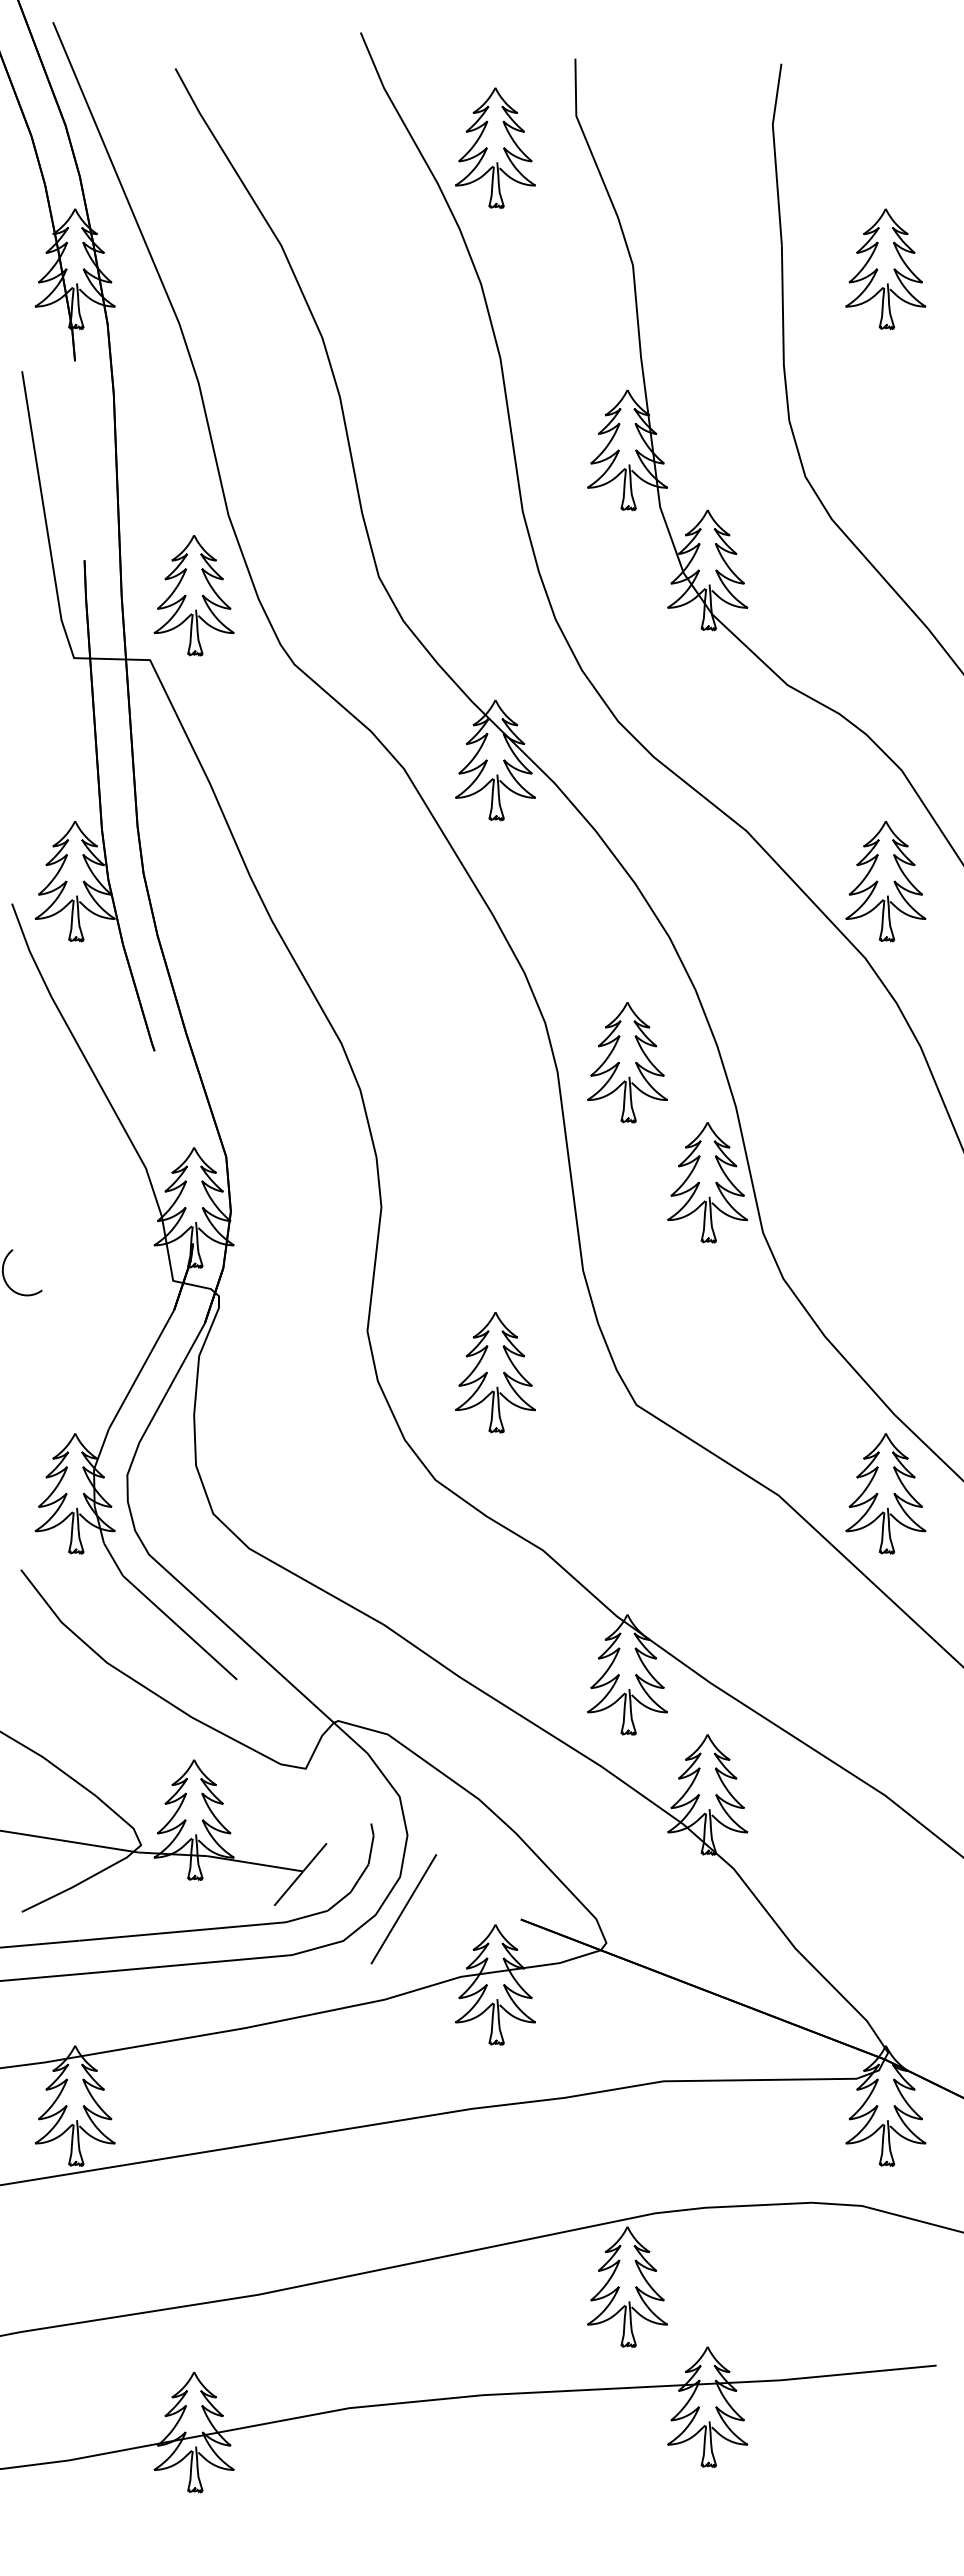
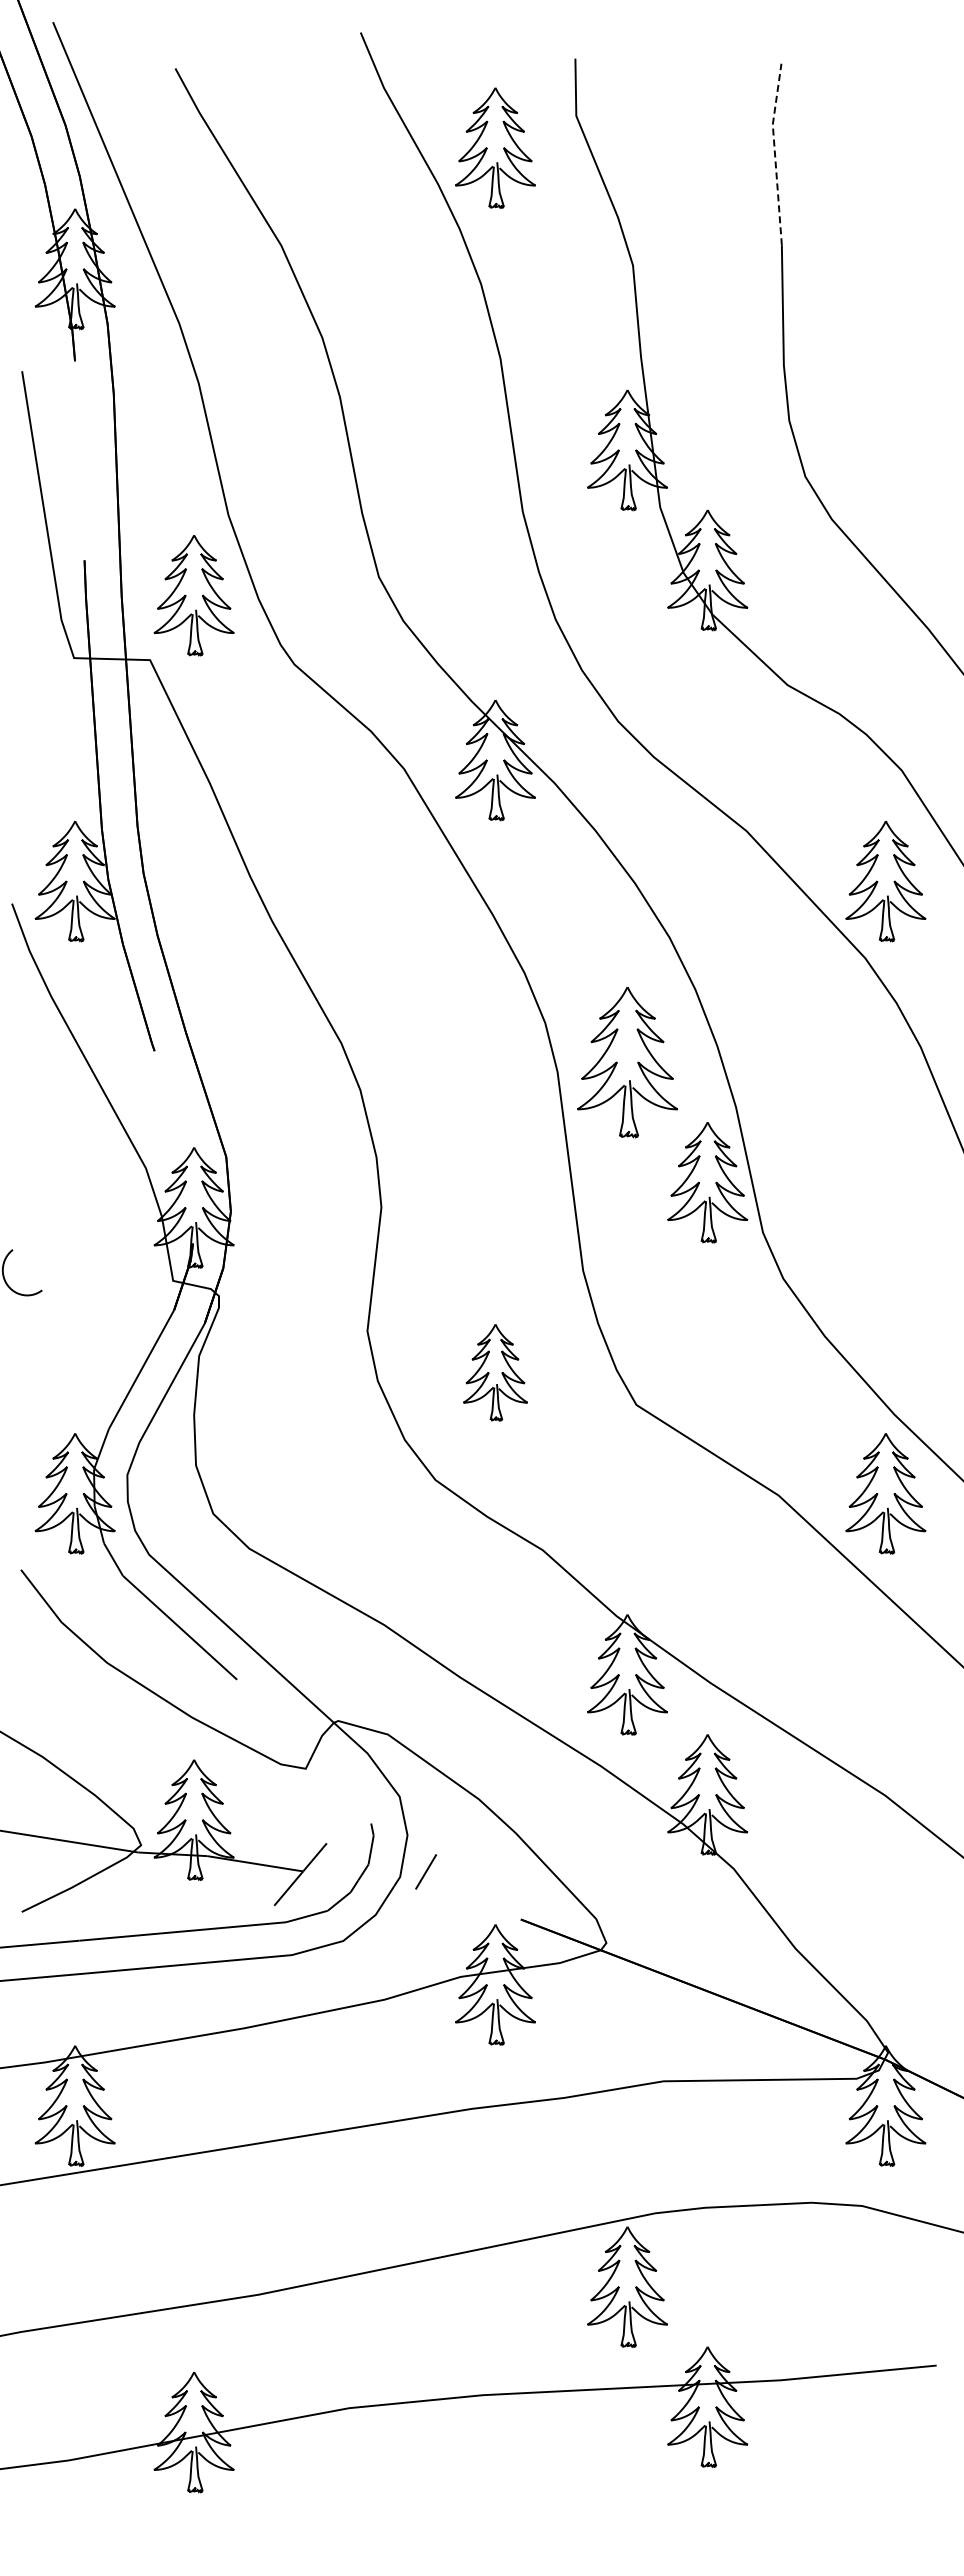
line at (774, 153): solid -> dashed
part at (885, 269): present -> none
part at (627, 1062) size: 81x122 px -> 101x152 px
part at (495, 1372) size: 81x122 px -> 65x98 px
line at (393, 1926): present -> none
